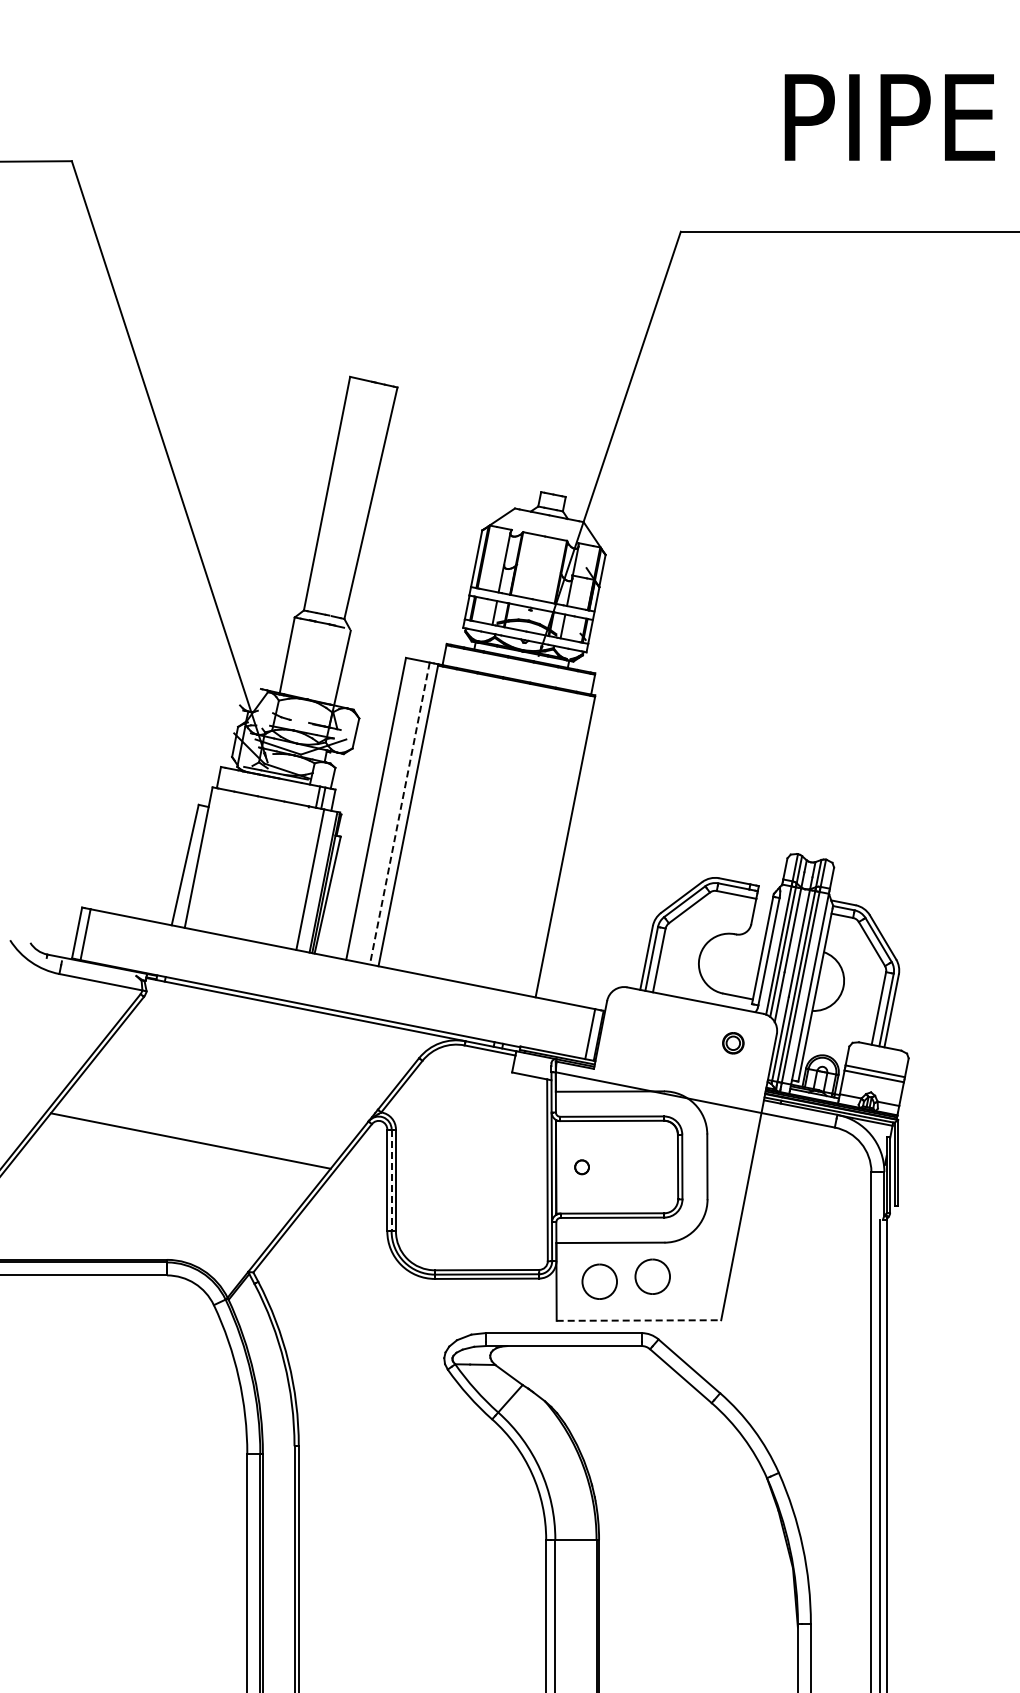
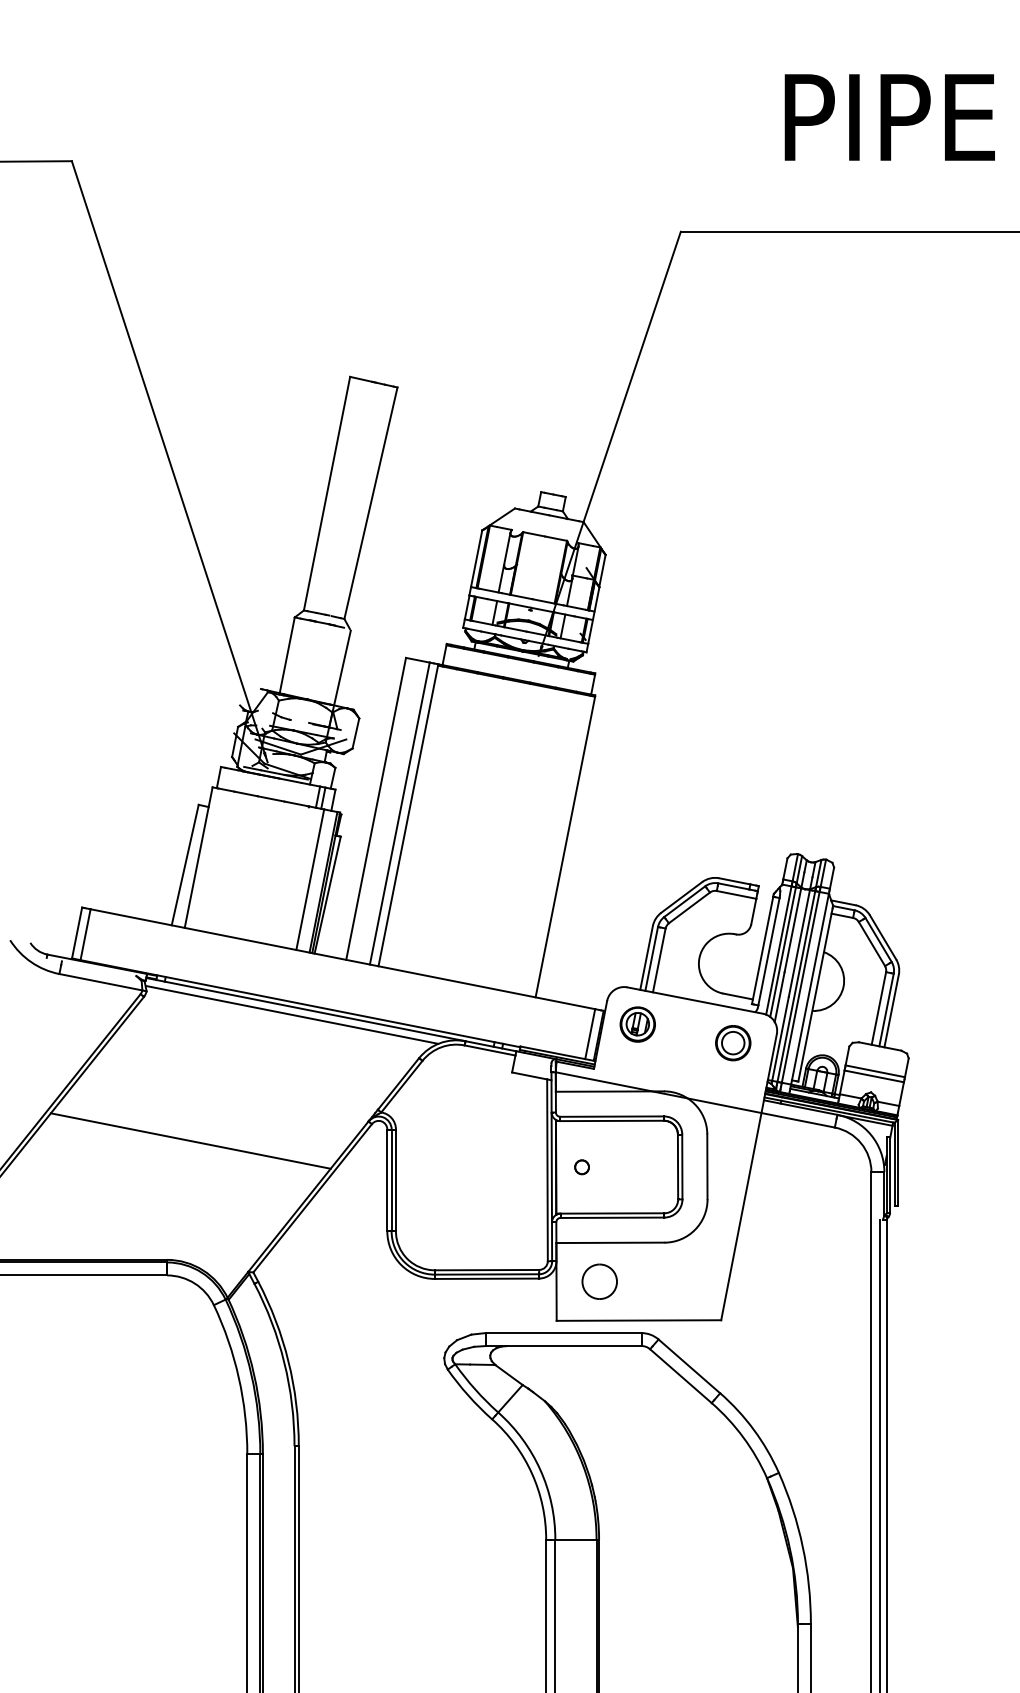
line at (399, 813): dashed -> solid
line at (292, 1014): none -> present
part at (637, 1024): none -> present
part at (733, 1043) size: 23x23 px -> 37x37 px
line at (391, 1180): dashed -> solid
part at (652, 1276): present -> none
line at (639, 1320): dashed -> solid
